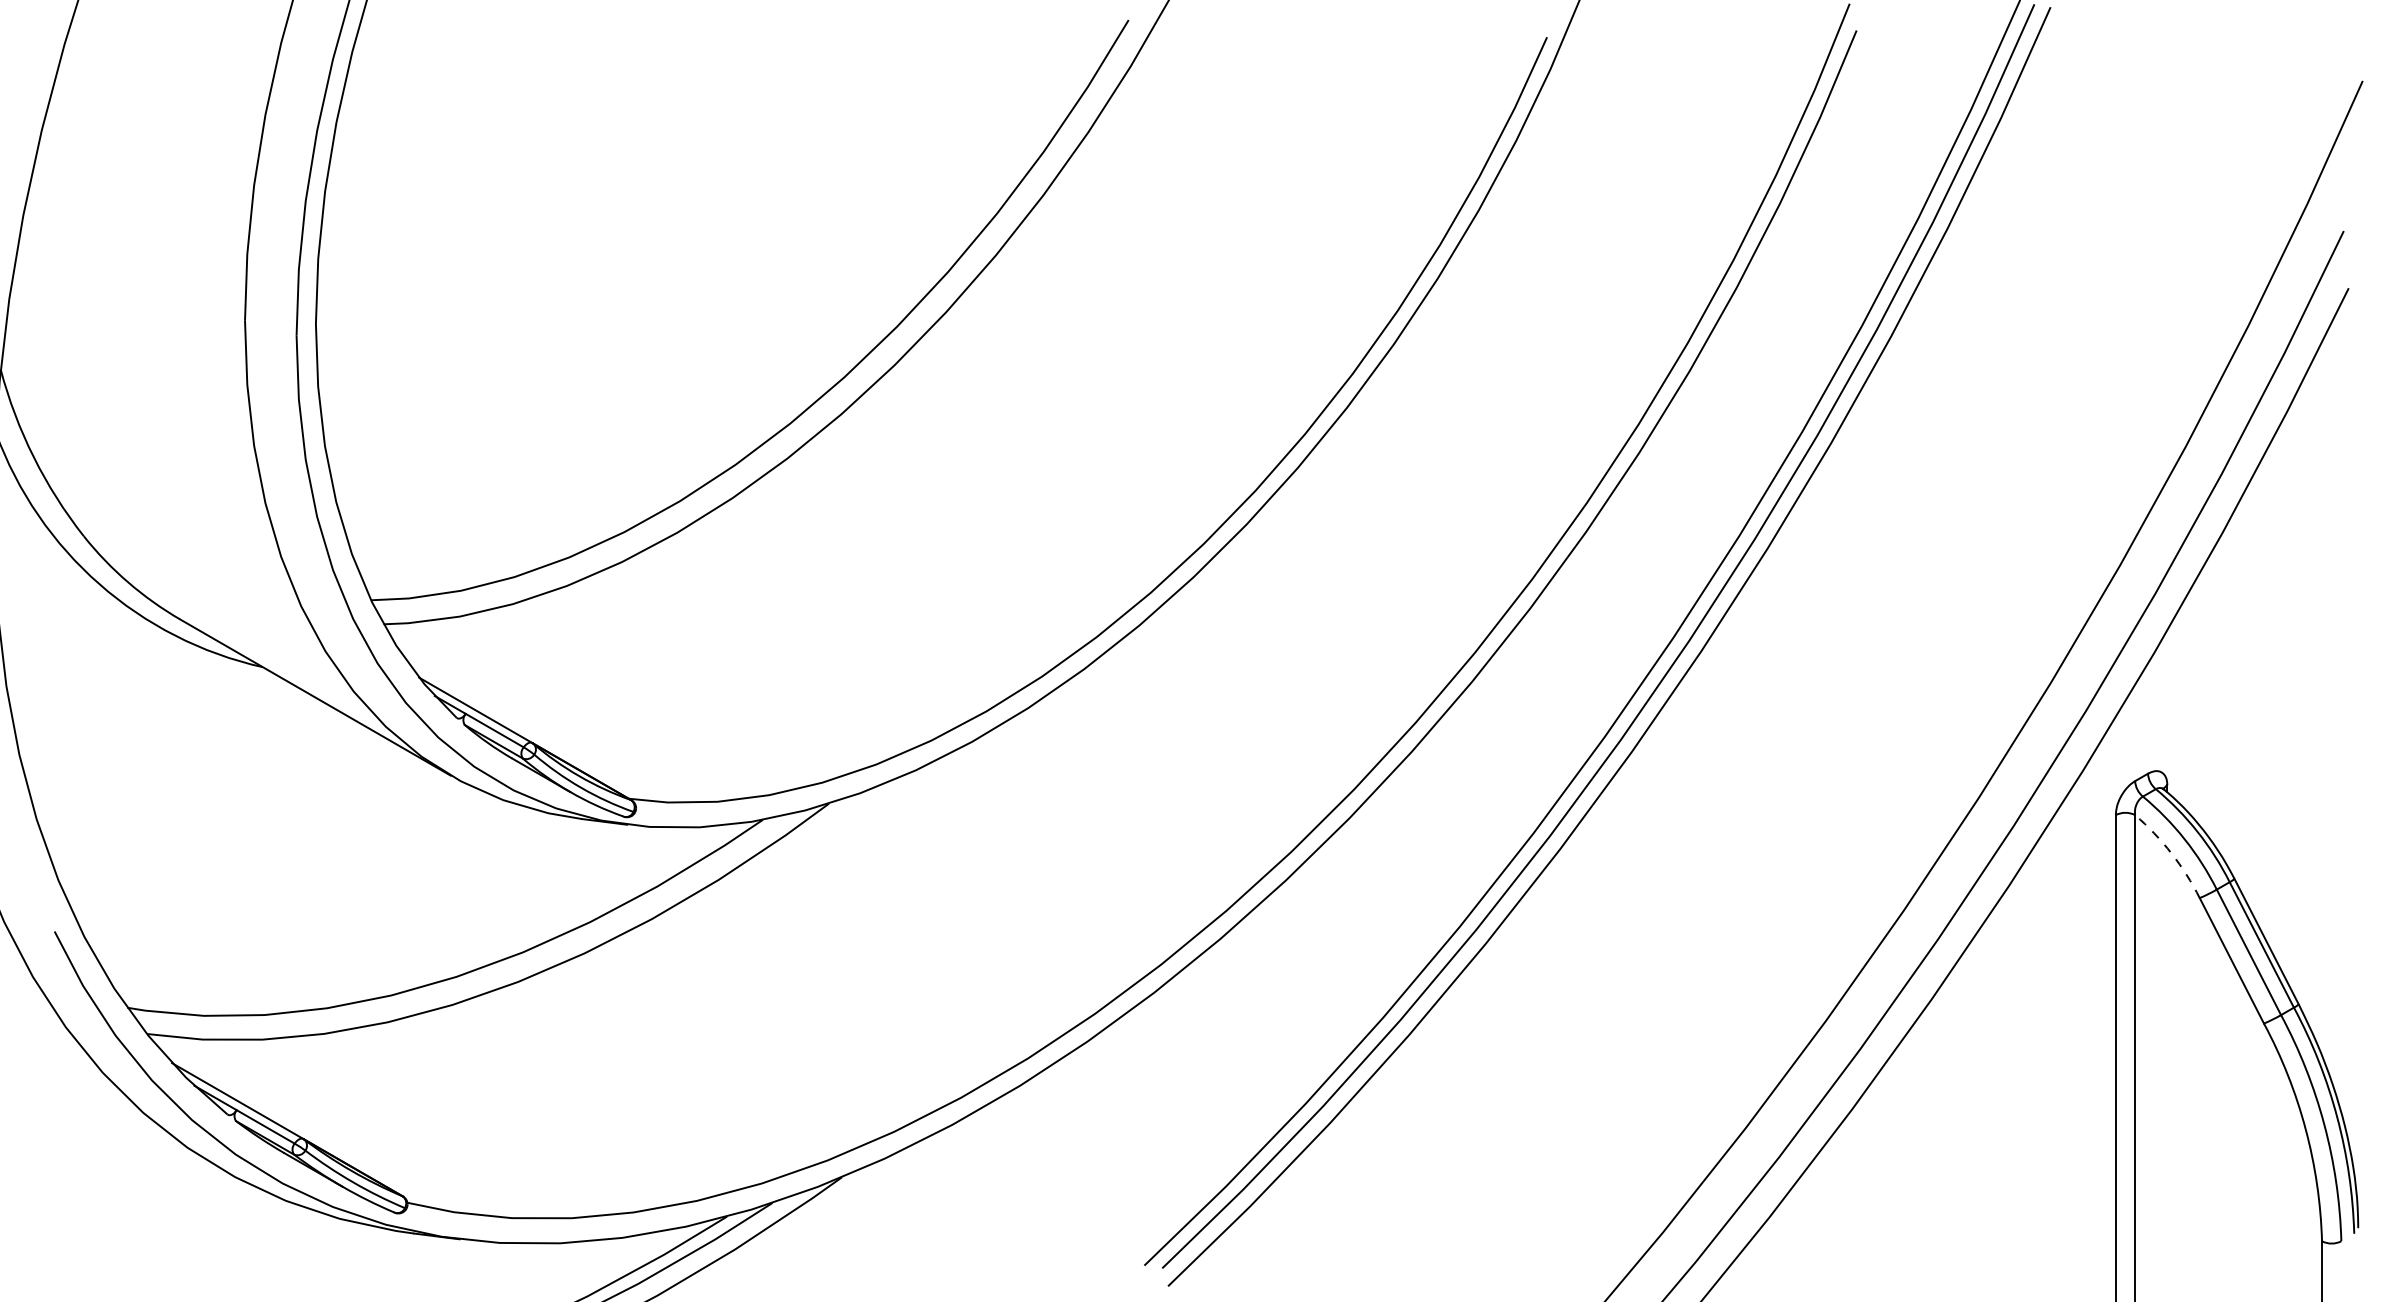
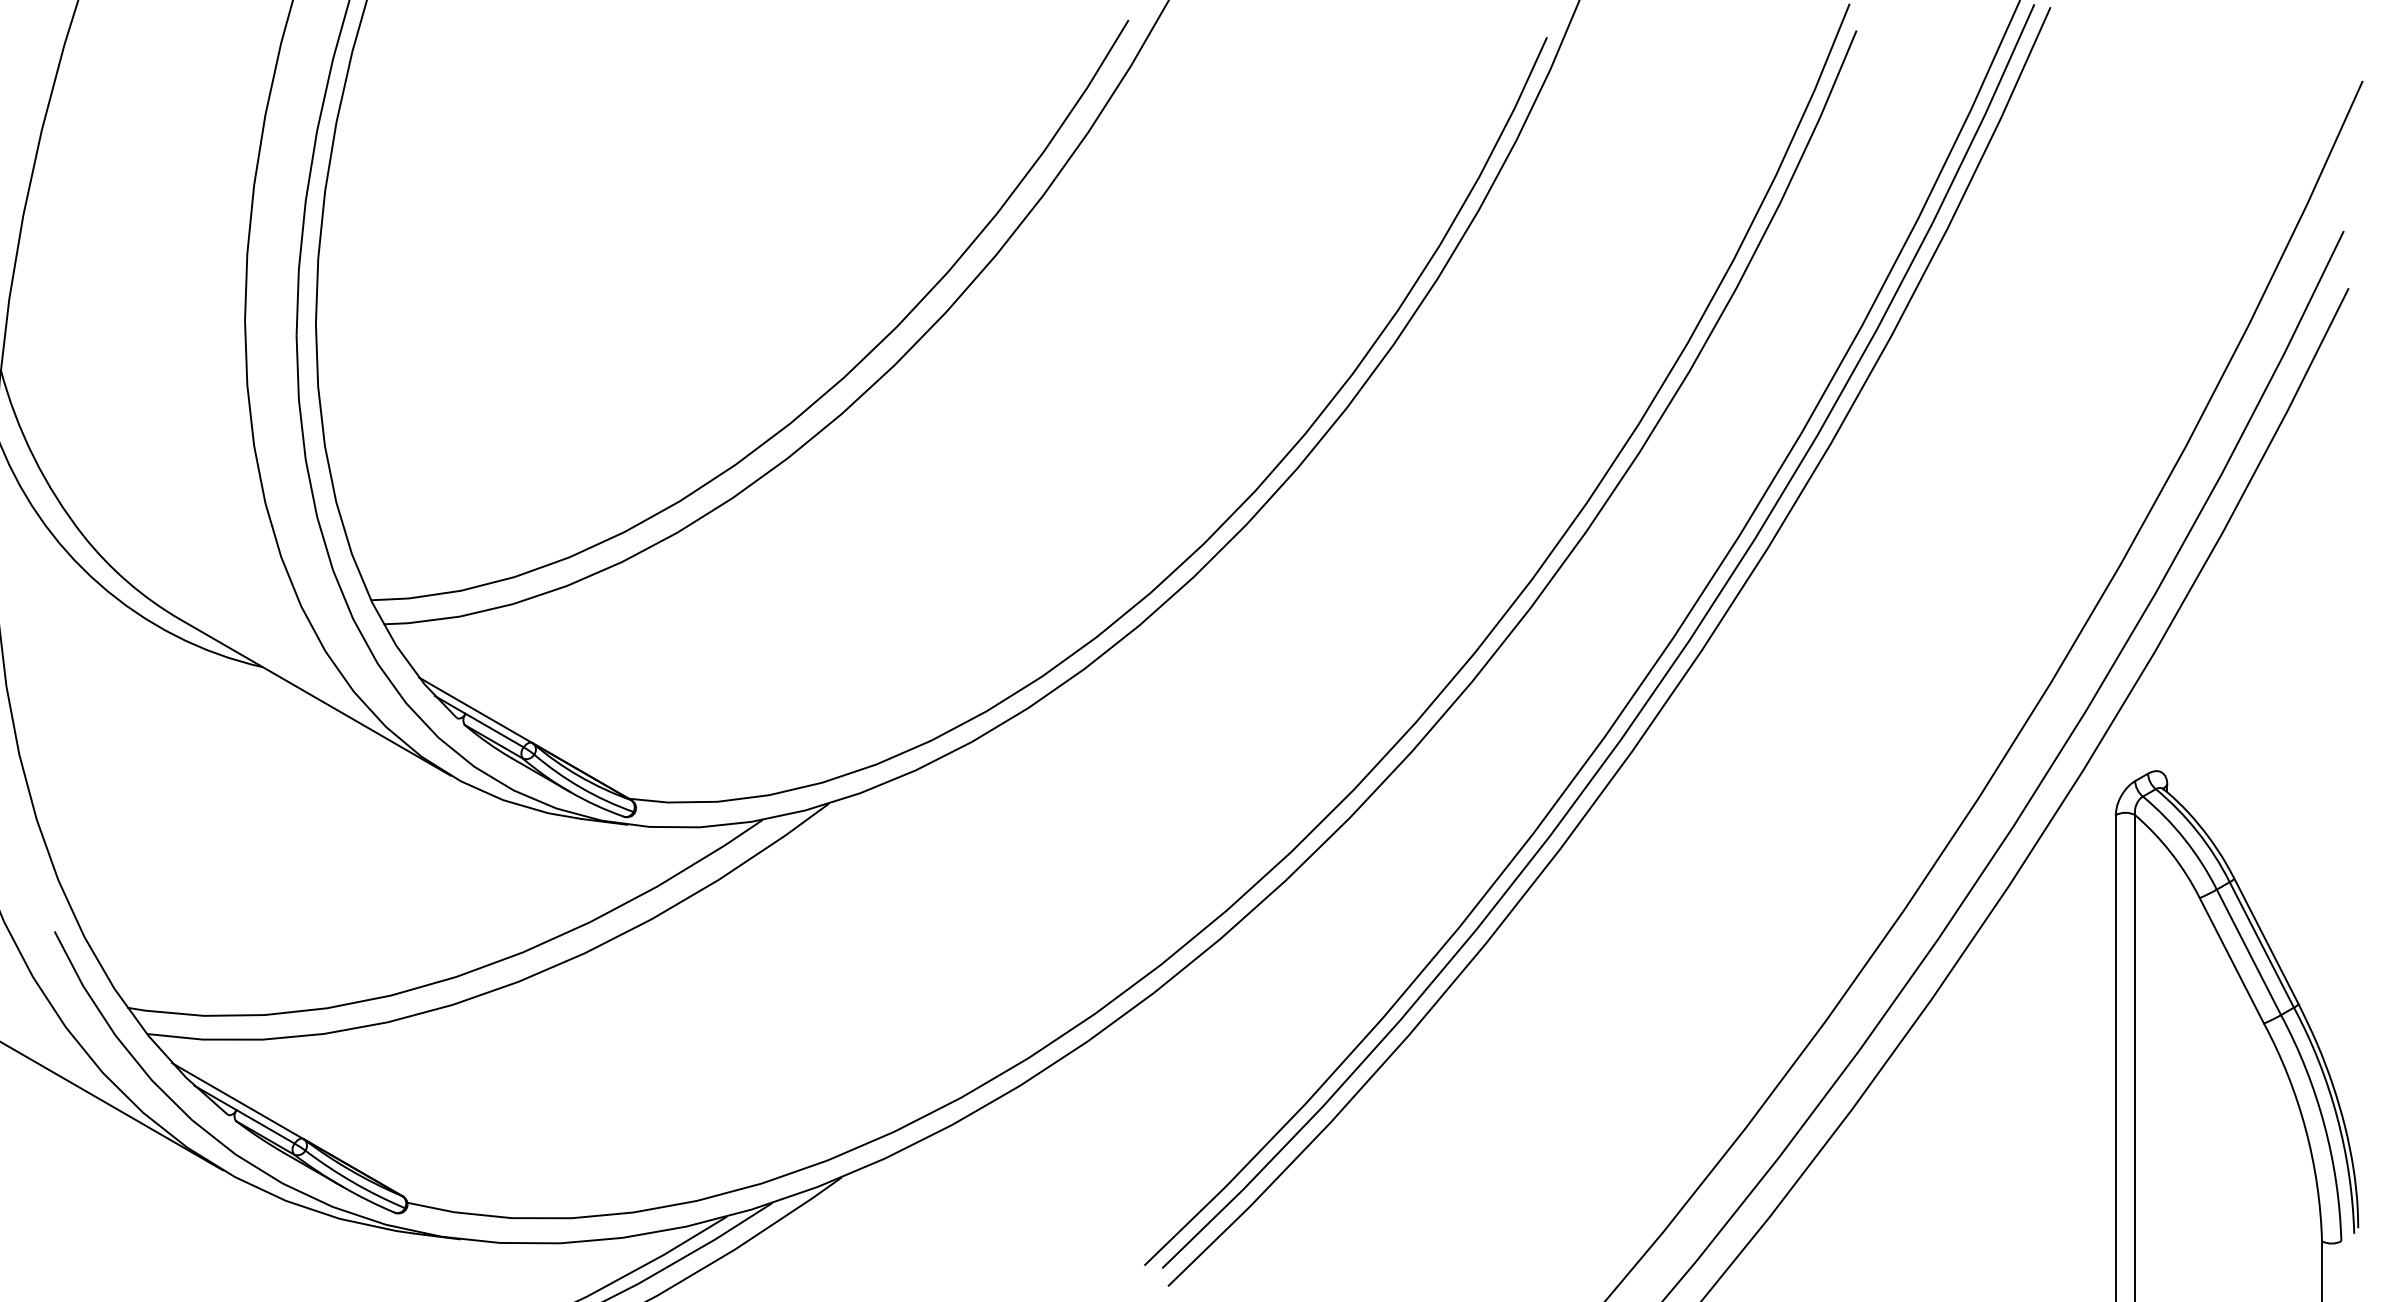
arc at (2171, 853): dashed -> solid
line at (112, 1106): none -> present
